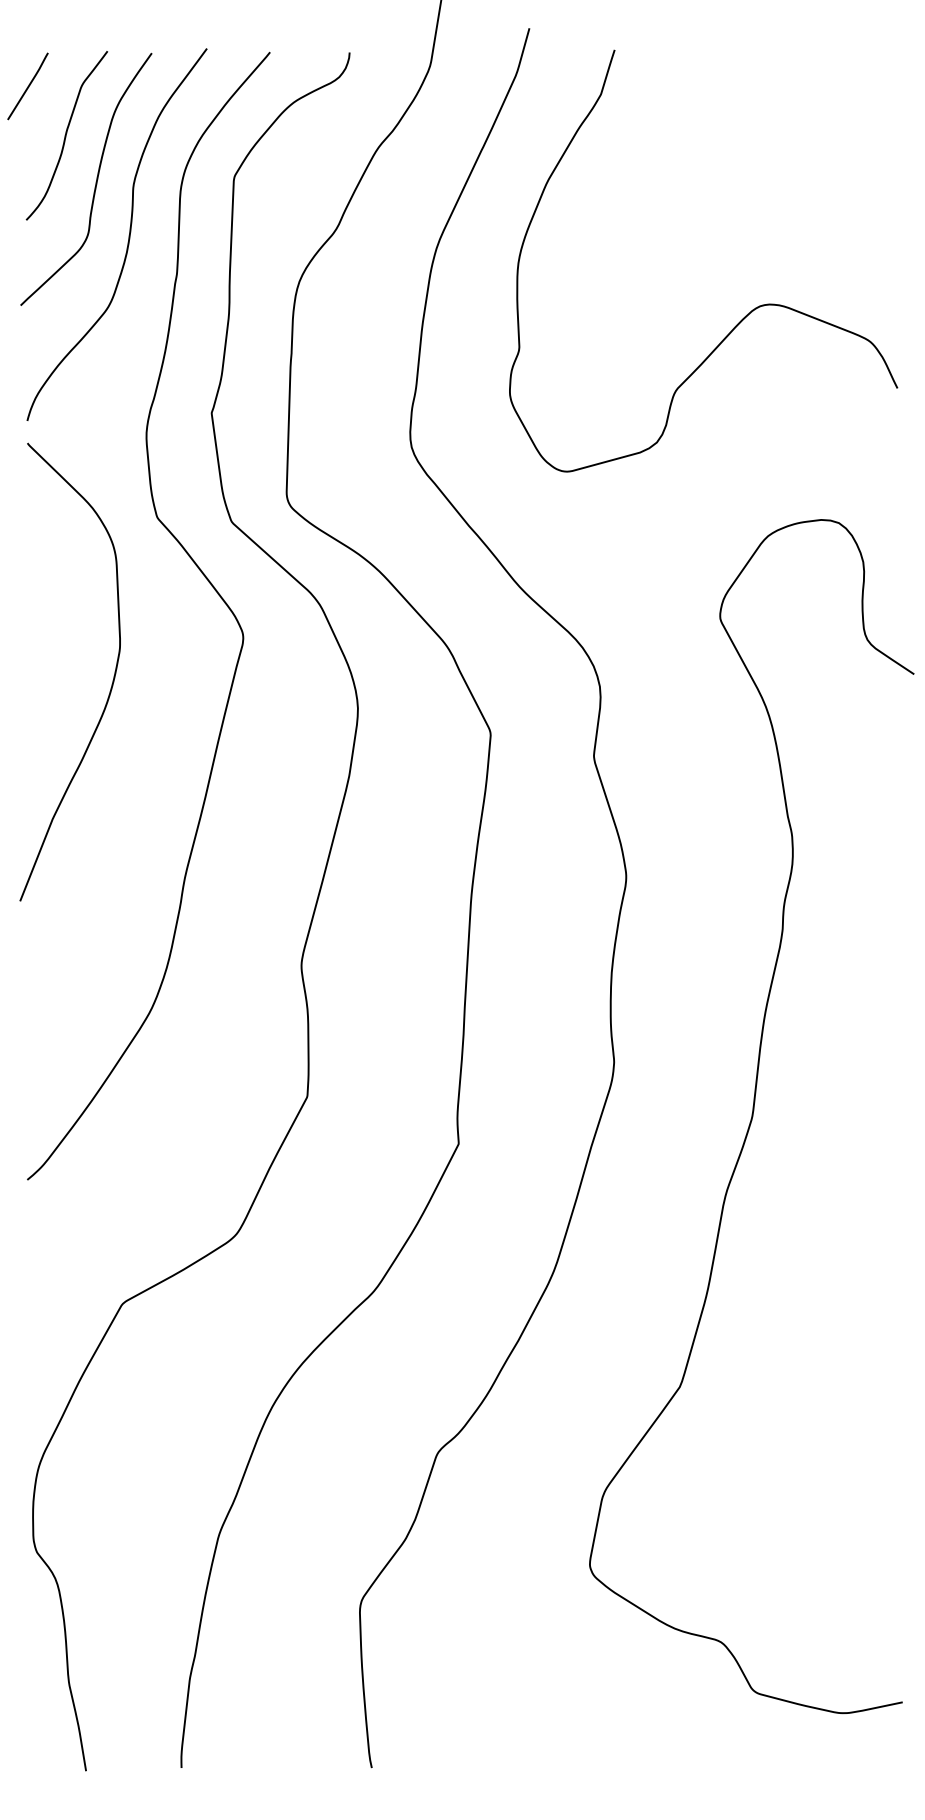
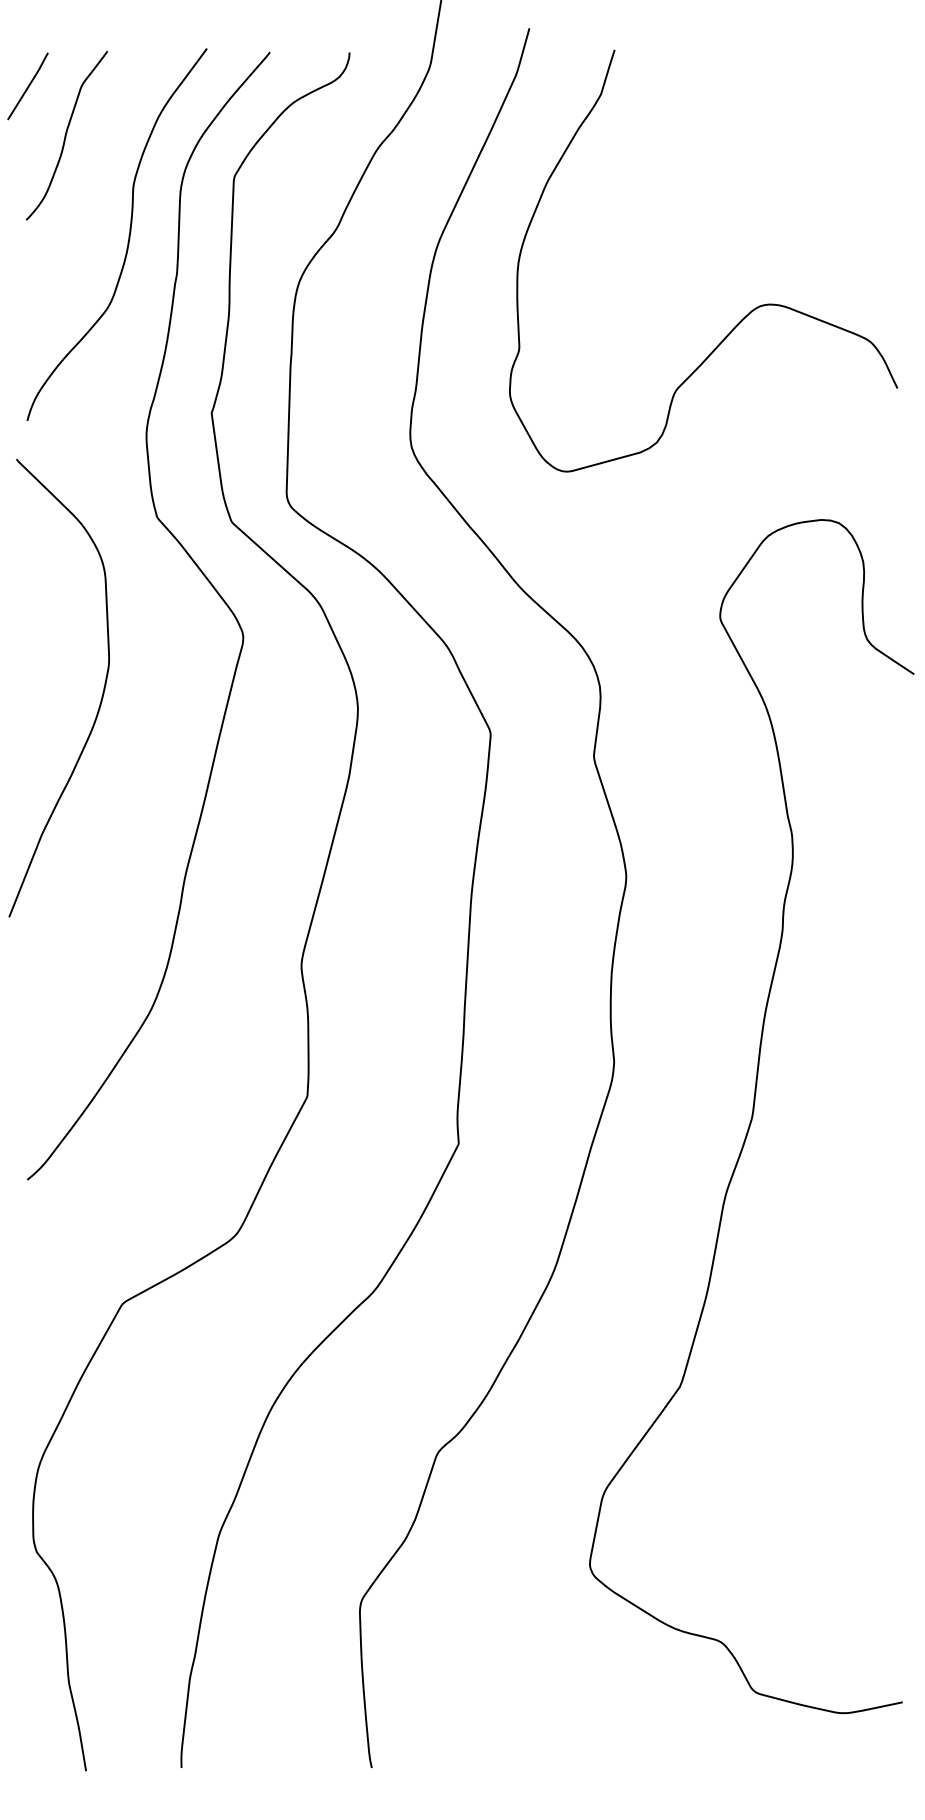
curve at (95, 182): present -> none
curve at (112, 680) position: (112, 680) -> (101, 696)
